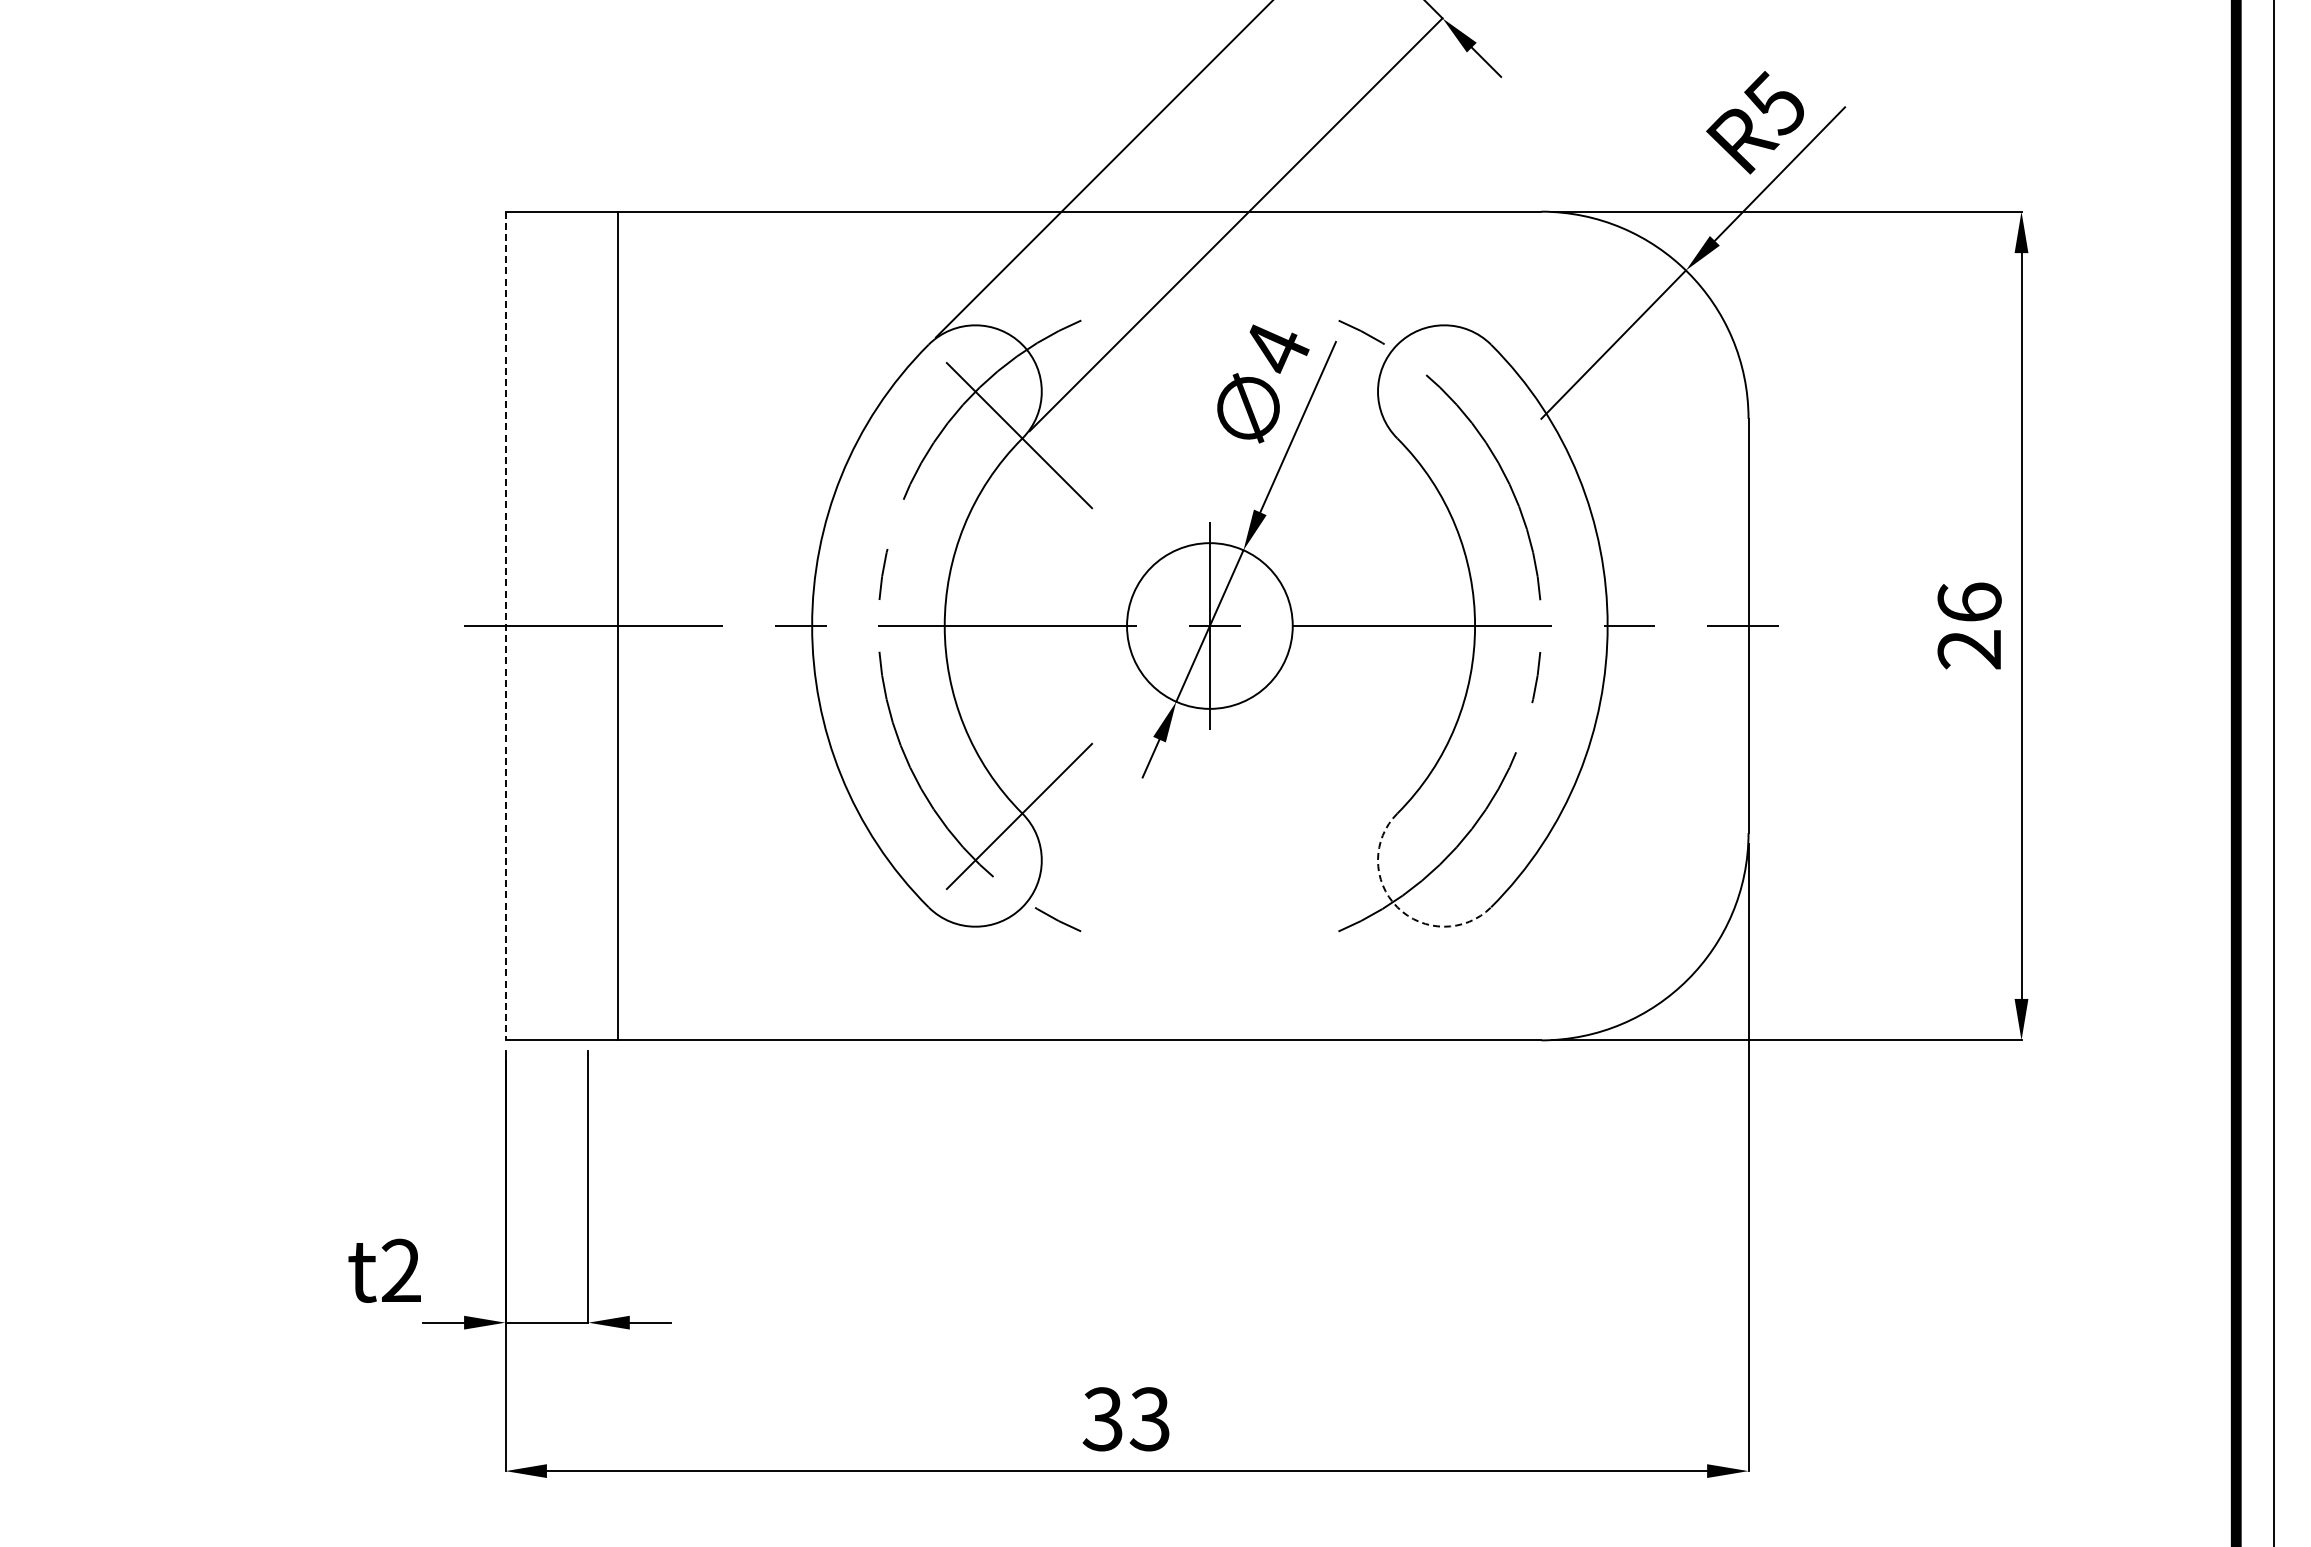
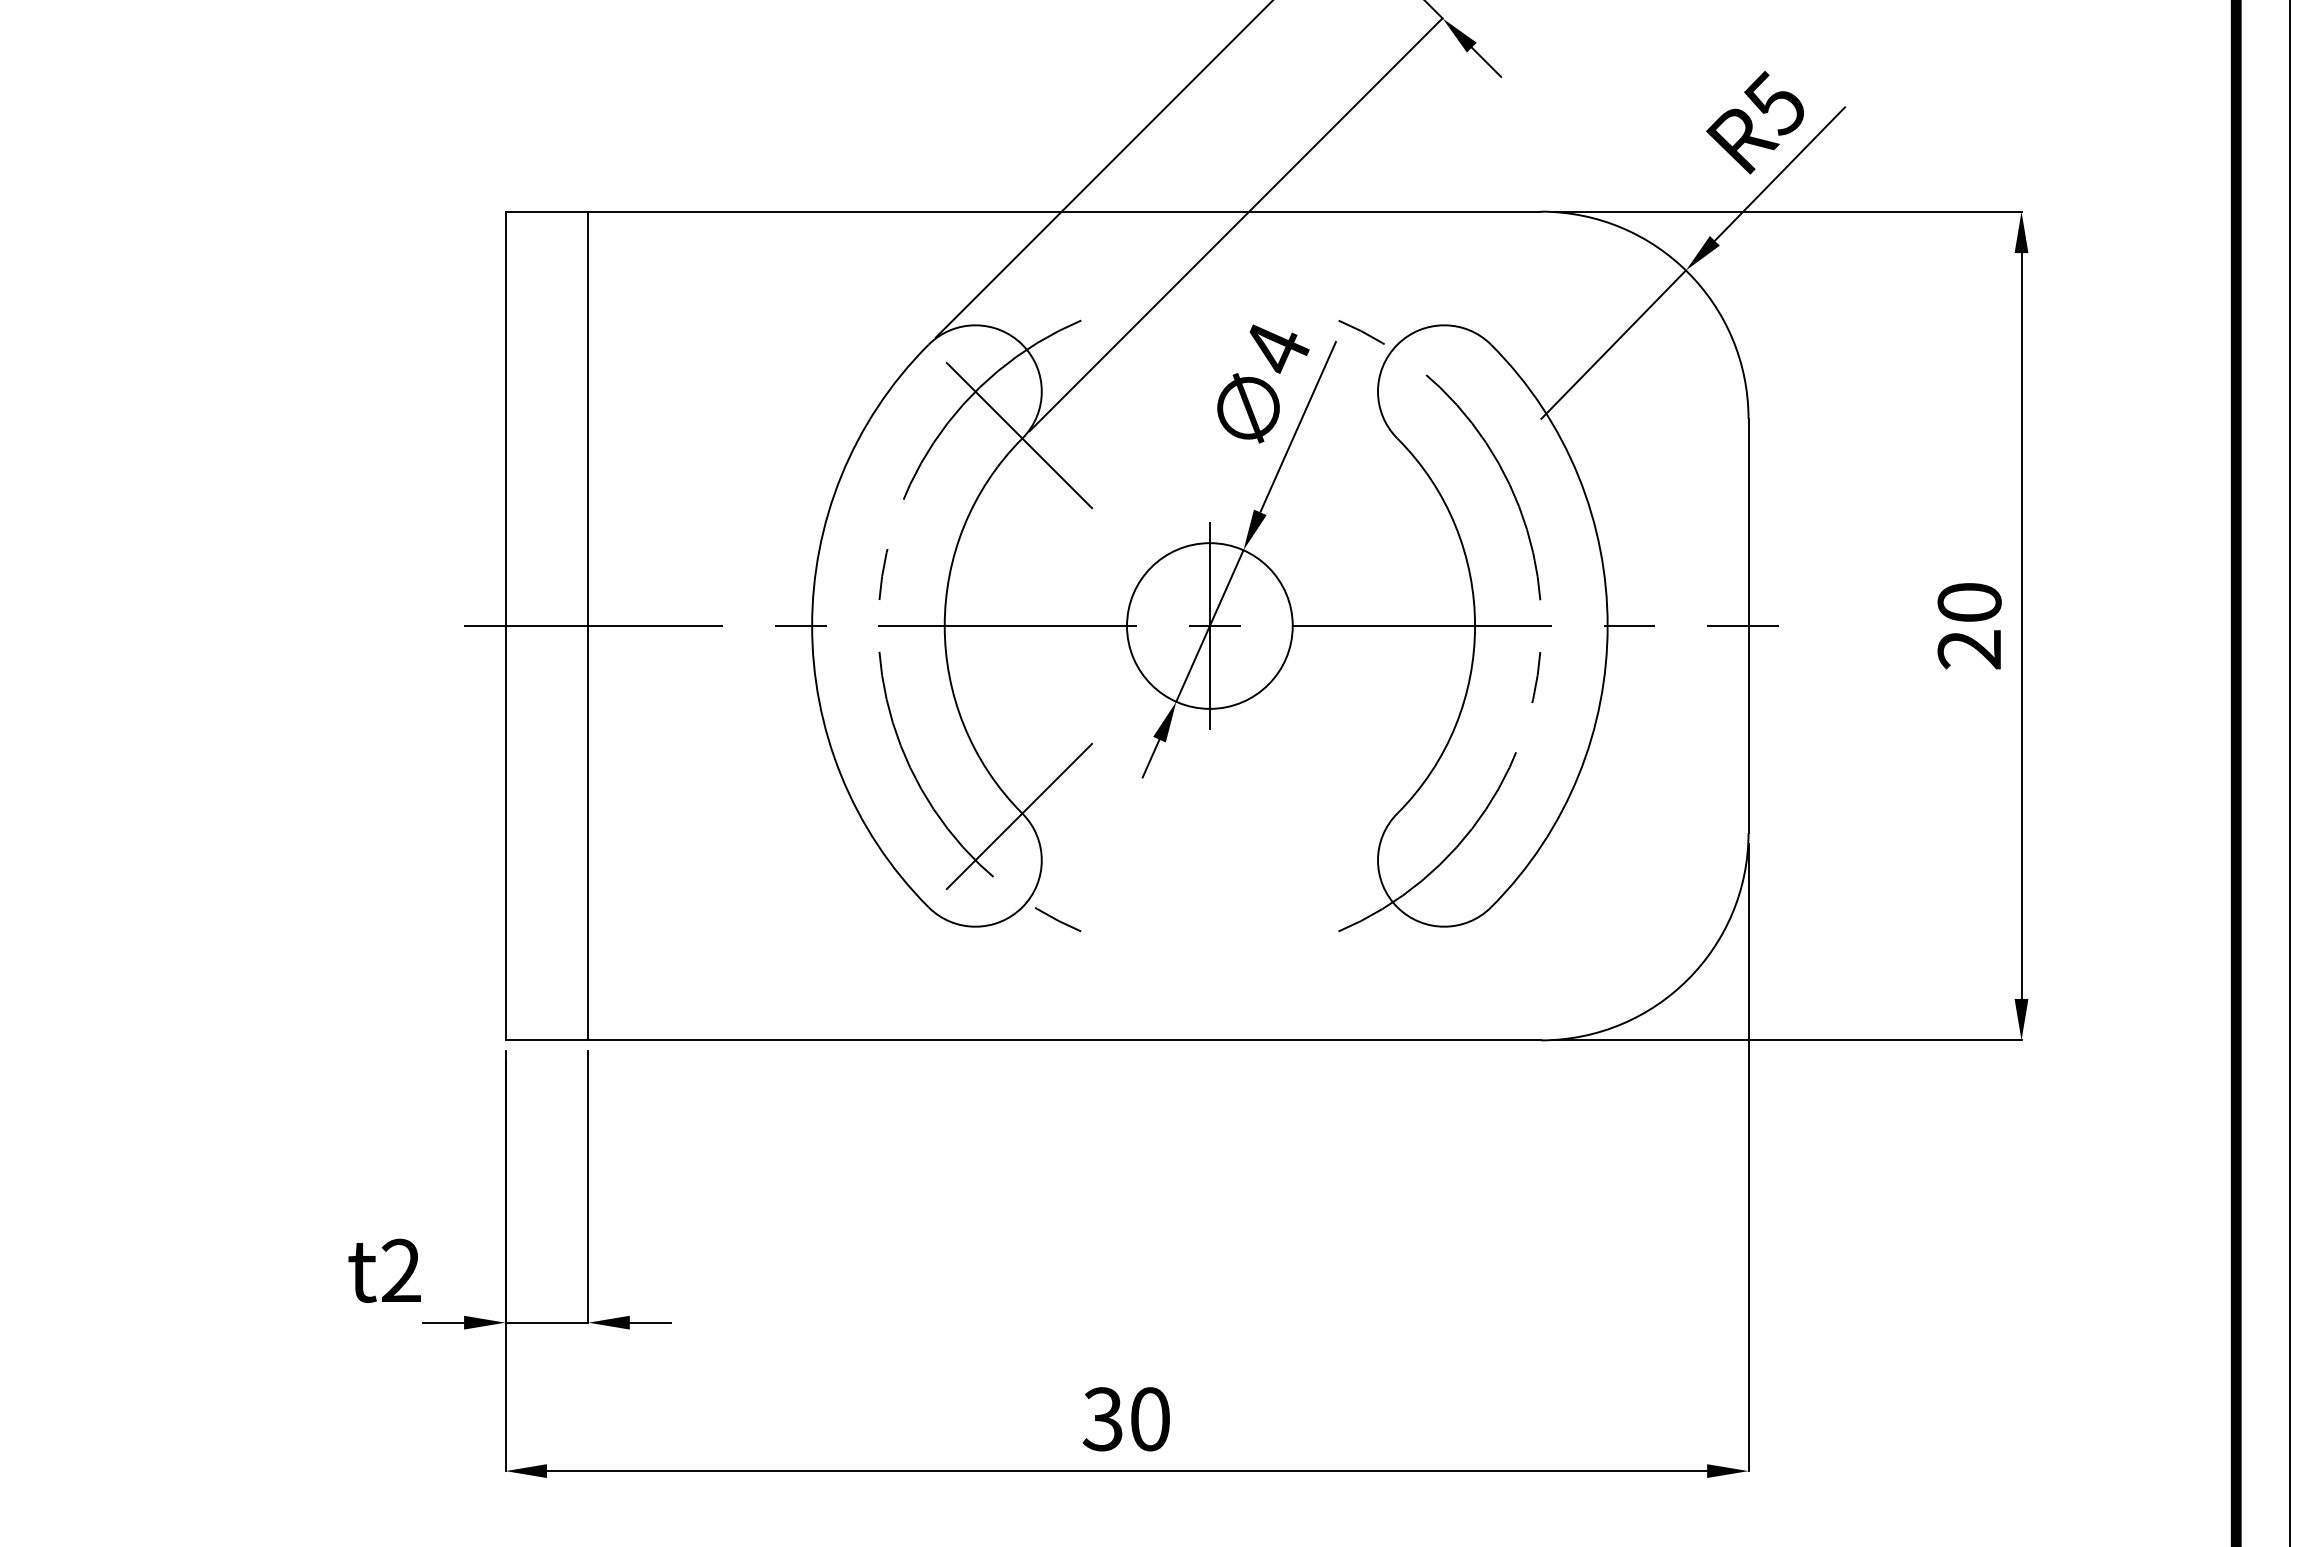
text at (1969, 601): 26 -> 20
line at (618, 625) position: (618, 625) -> (588, 625)
line at (505, 626): dashed -> solid
line at (2274, 772) position: (2274, 772) -> (2290, 772)
arc at (1397, 907): dashed -> solid
text at (1149, 1419): 33 -> 30
